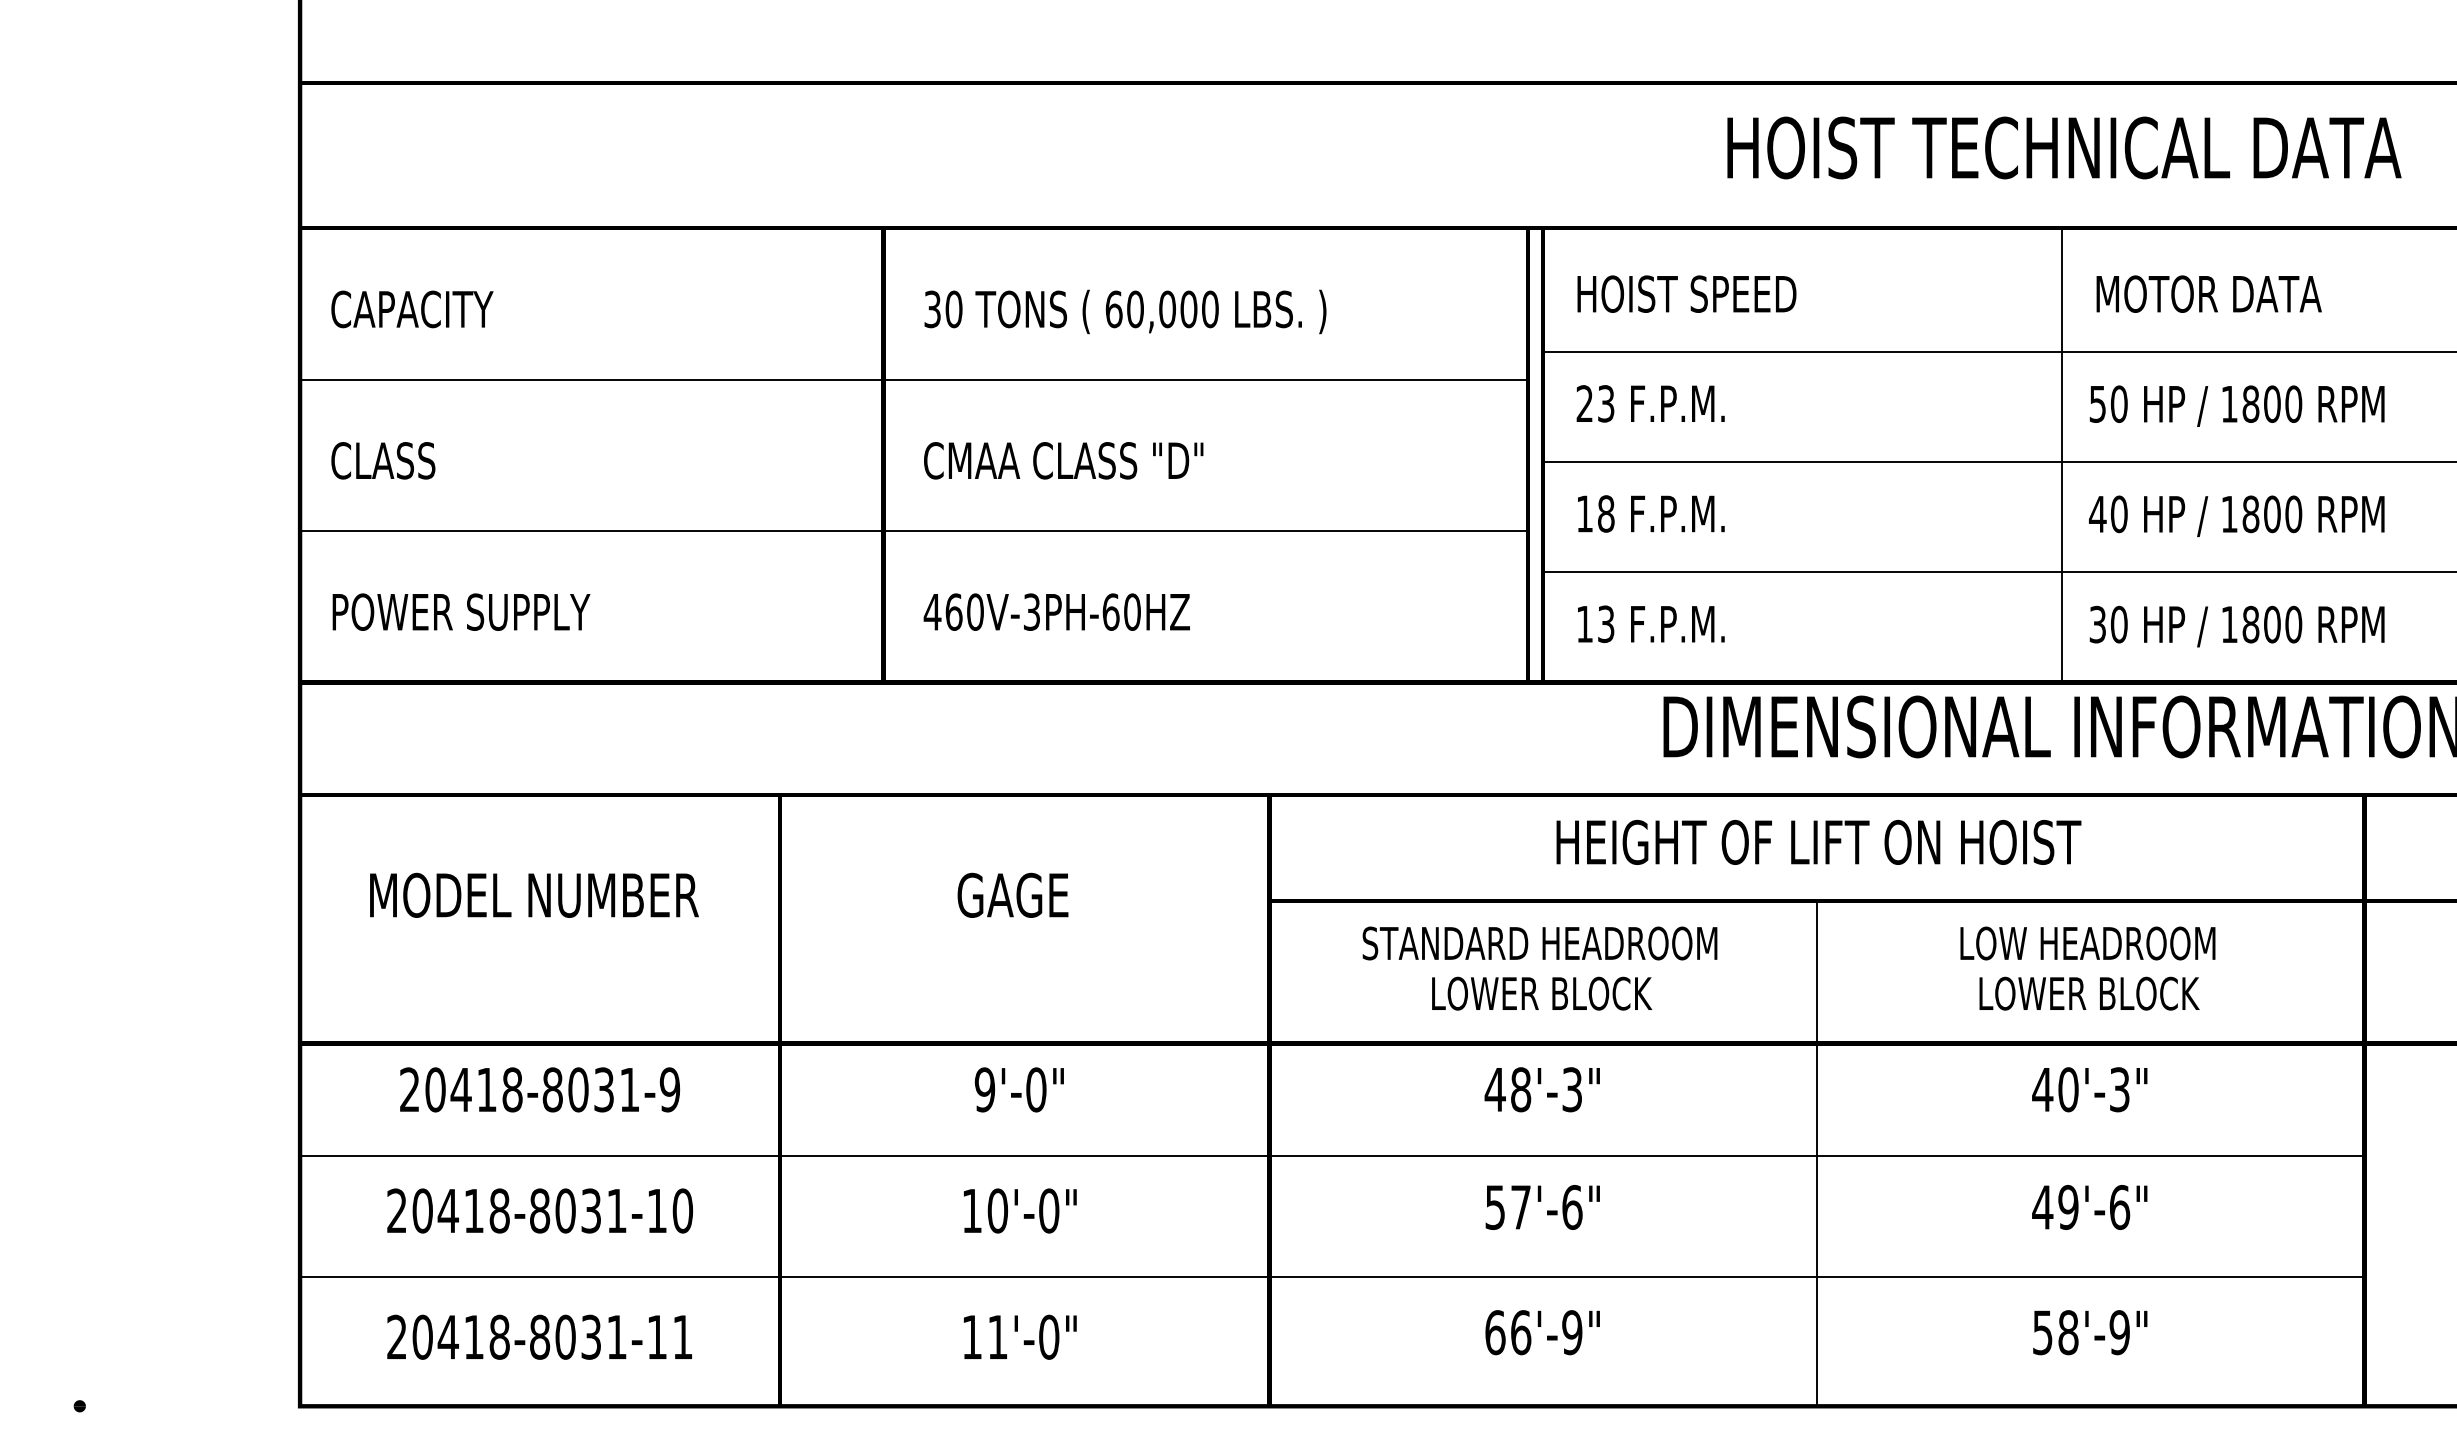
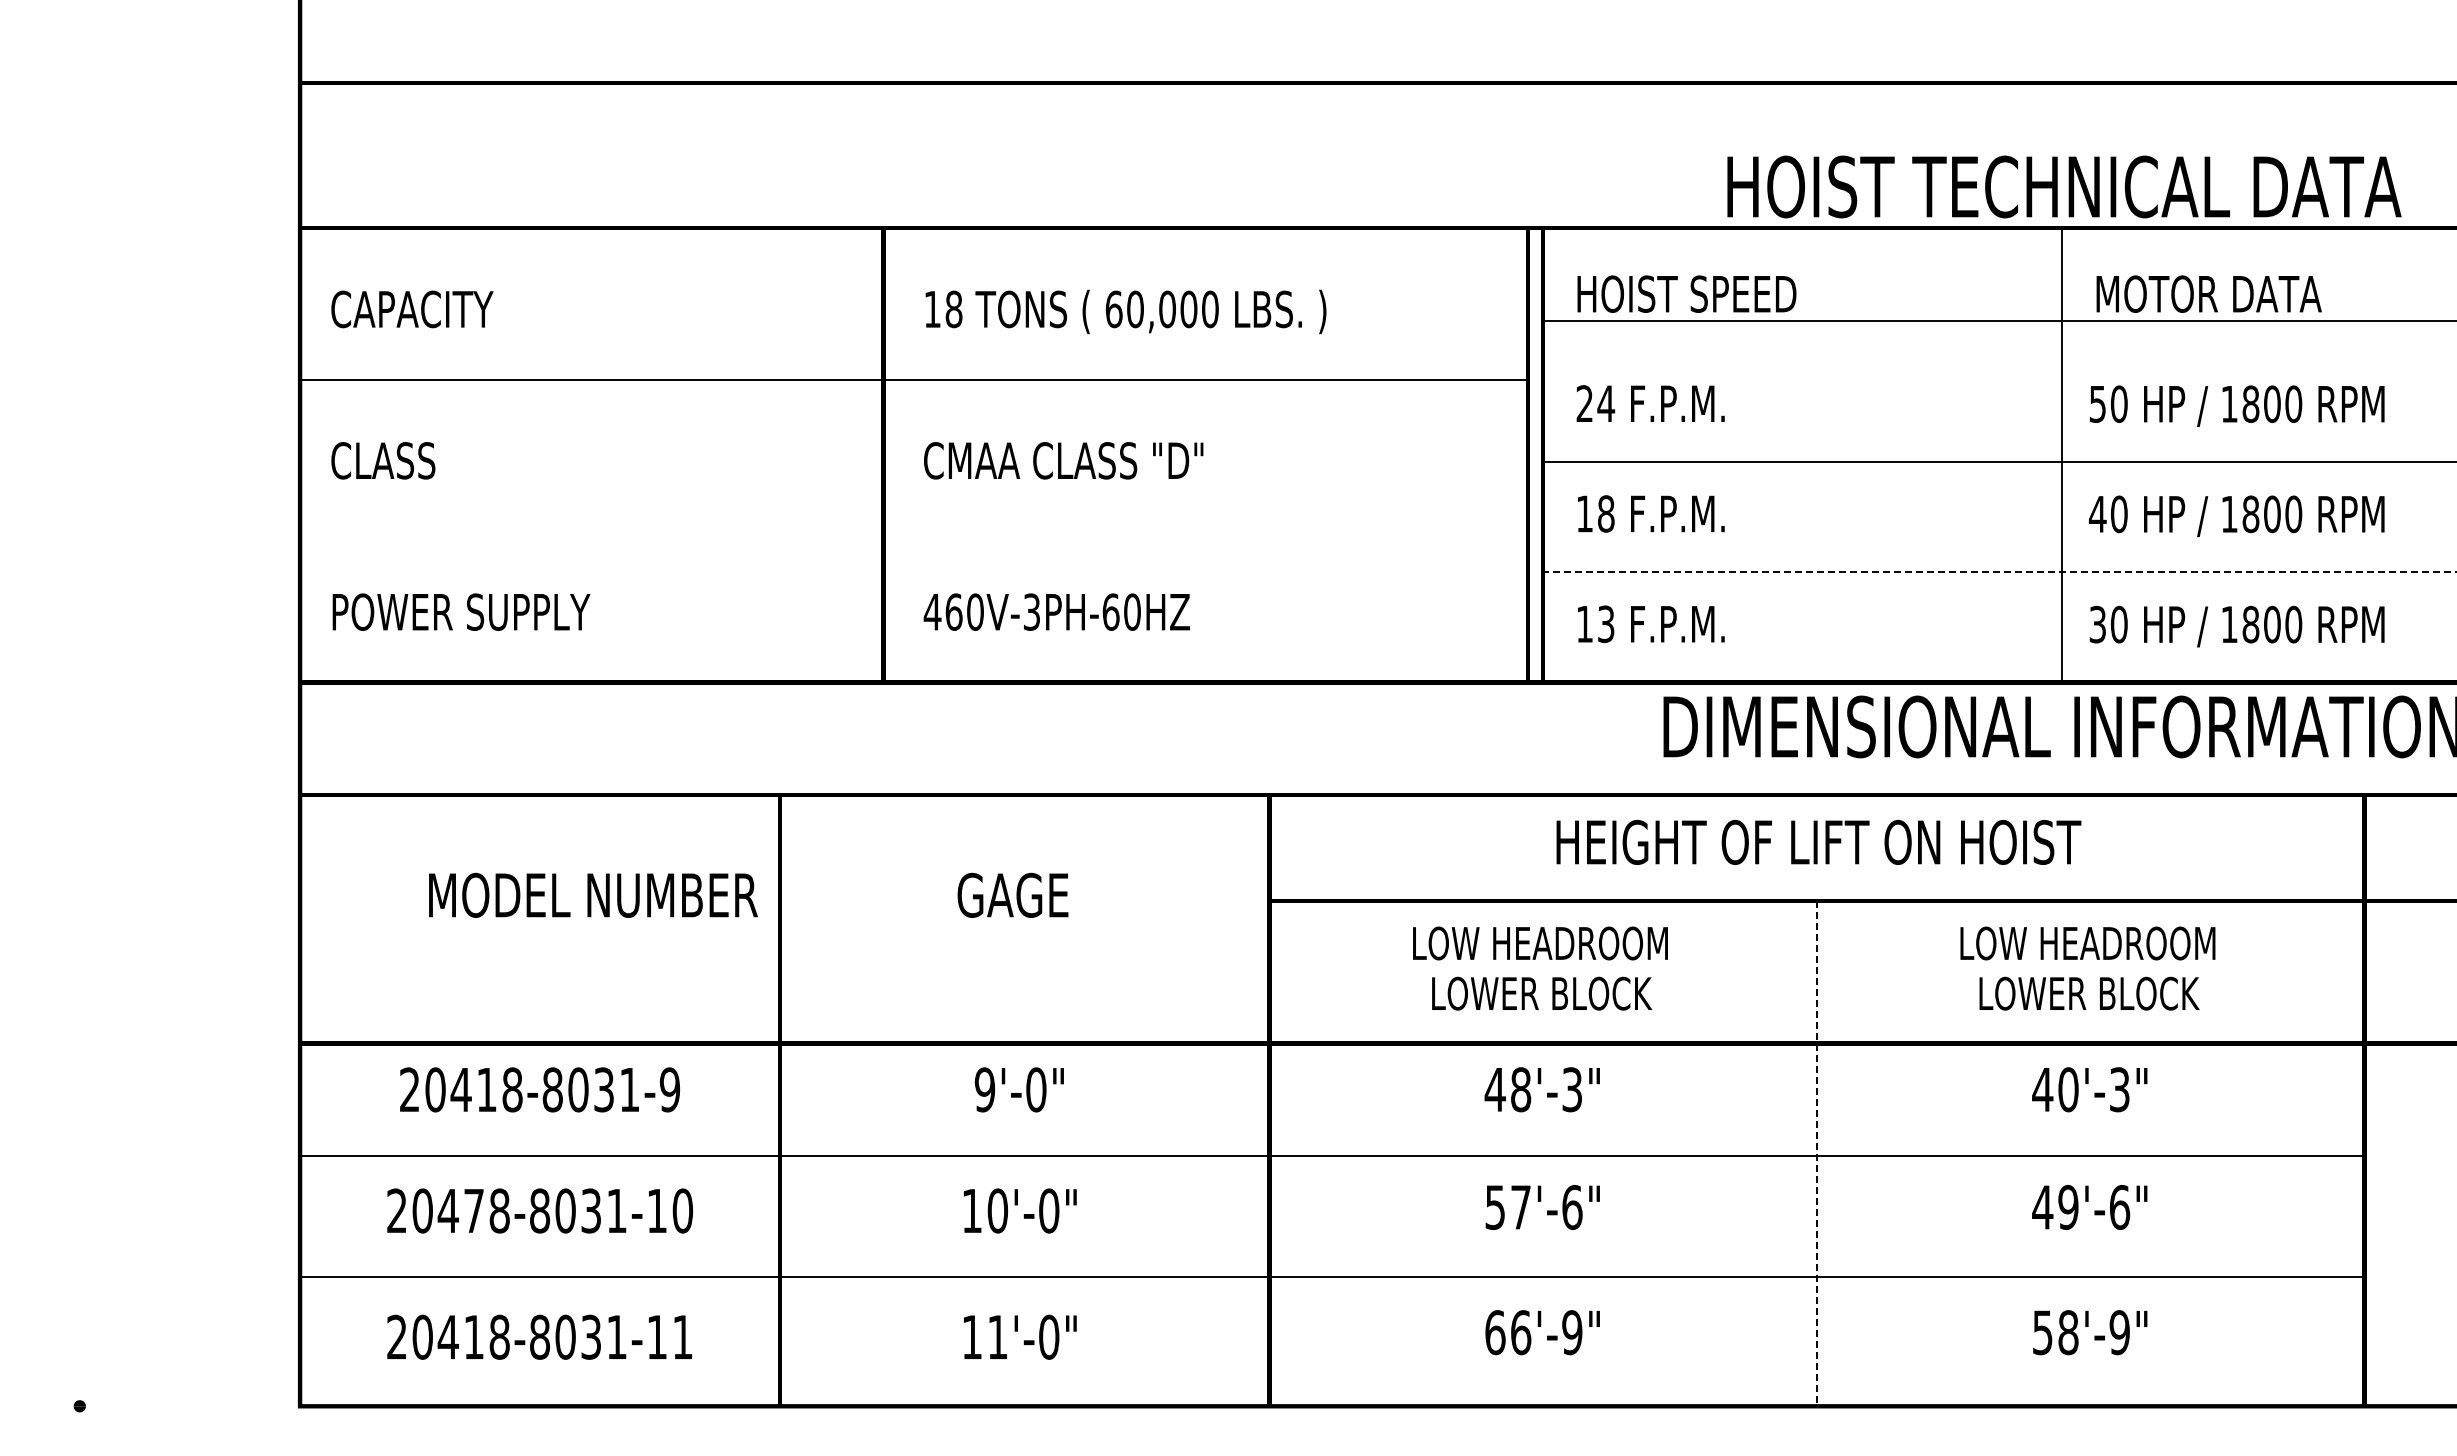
text at (2064, 147) position: (2064, 147) -> (2064, 186)
text at (943, 309): 30 -> 18
line at (1998, 351) position: (1998, 351) -> (1998, 320)
text at (1606, 403): 23 -> 24
line at (913, 530): present -> none
line at (2000, 572): solid -> dashed
text at (534, 894) position: (534, 894) -> (593, 894)
text at (1539, 943): STANDARD HEADROOM -> LOW HEADROOM
line at (1816, 1153): solid -> dashed
text at (473, 1210): 20418-8031-10 -> 20478-8031-10
